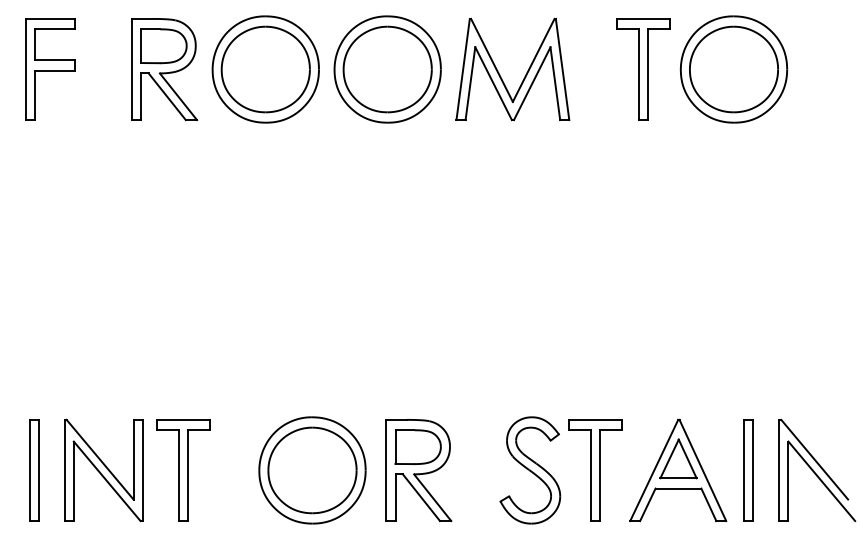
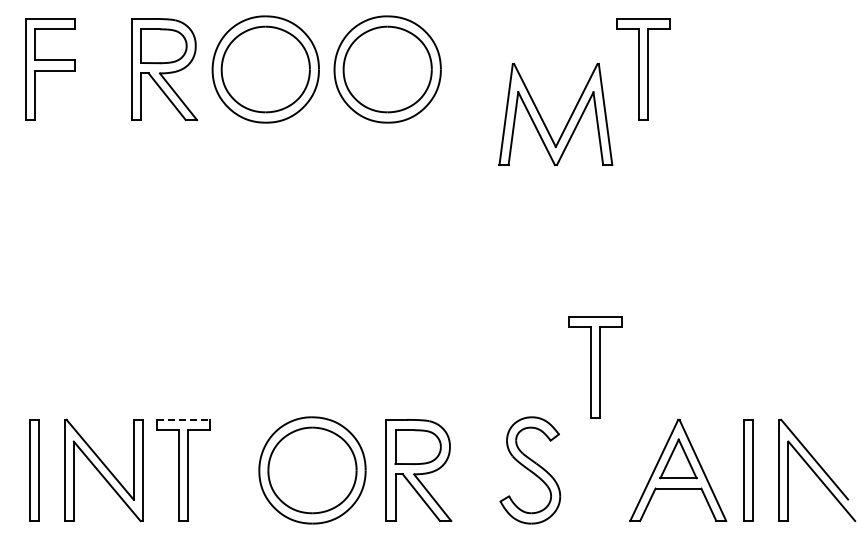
part at (733, 69): present -> none
part at (500, 74) position: (500, 74) -> (543, 119)
line at (183, 419): solid -> dashed
part at (595, 470) position: (595, 470) -> (595, 367)
